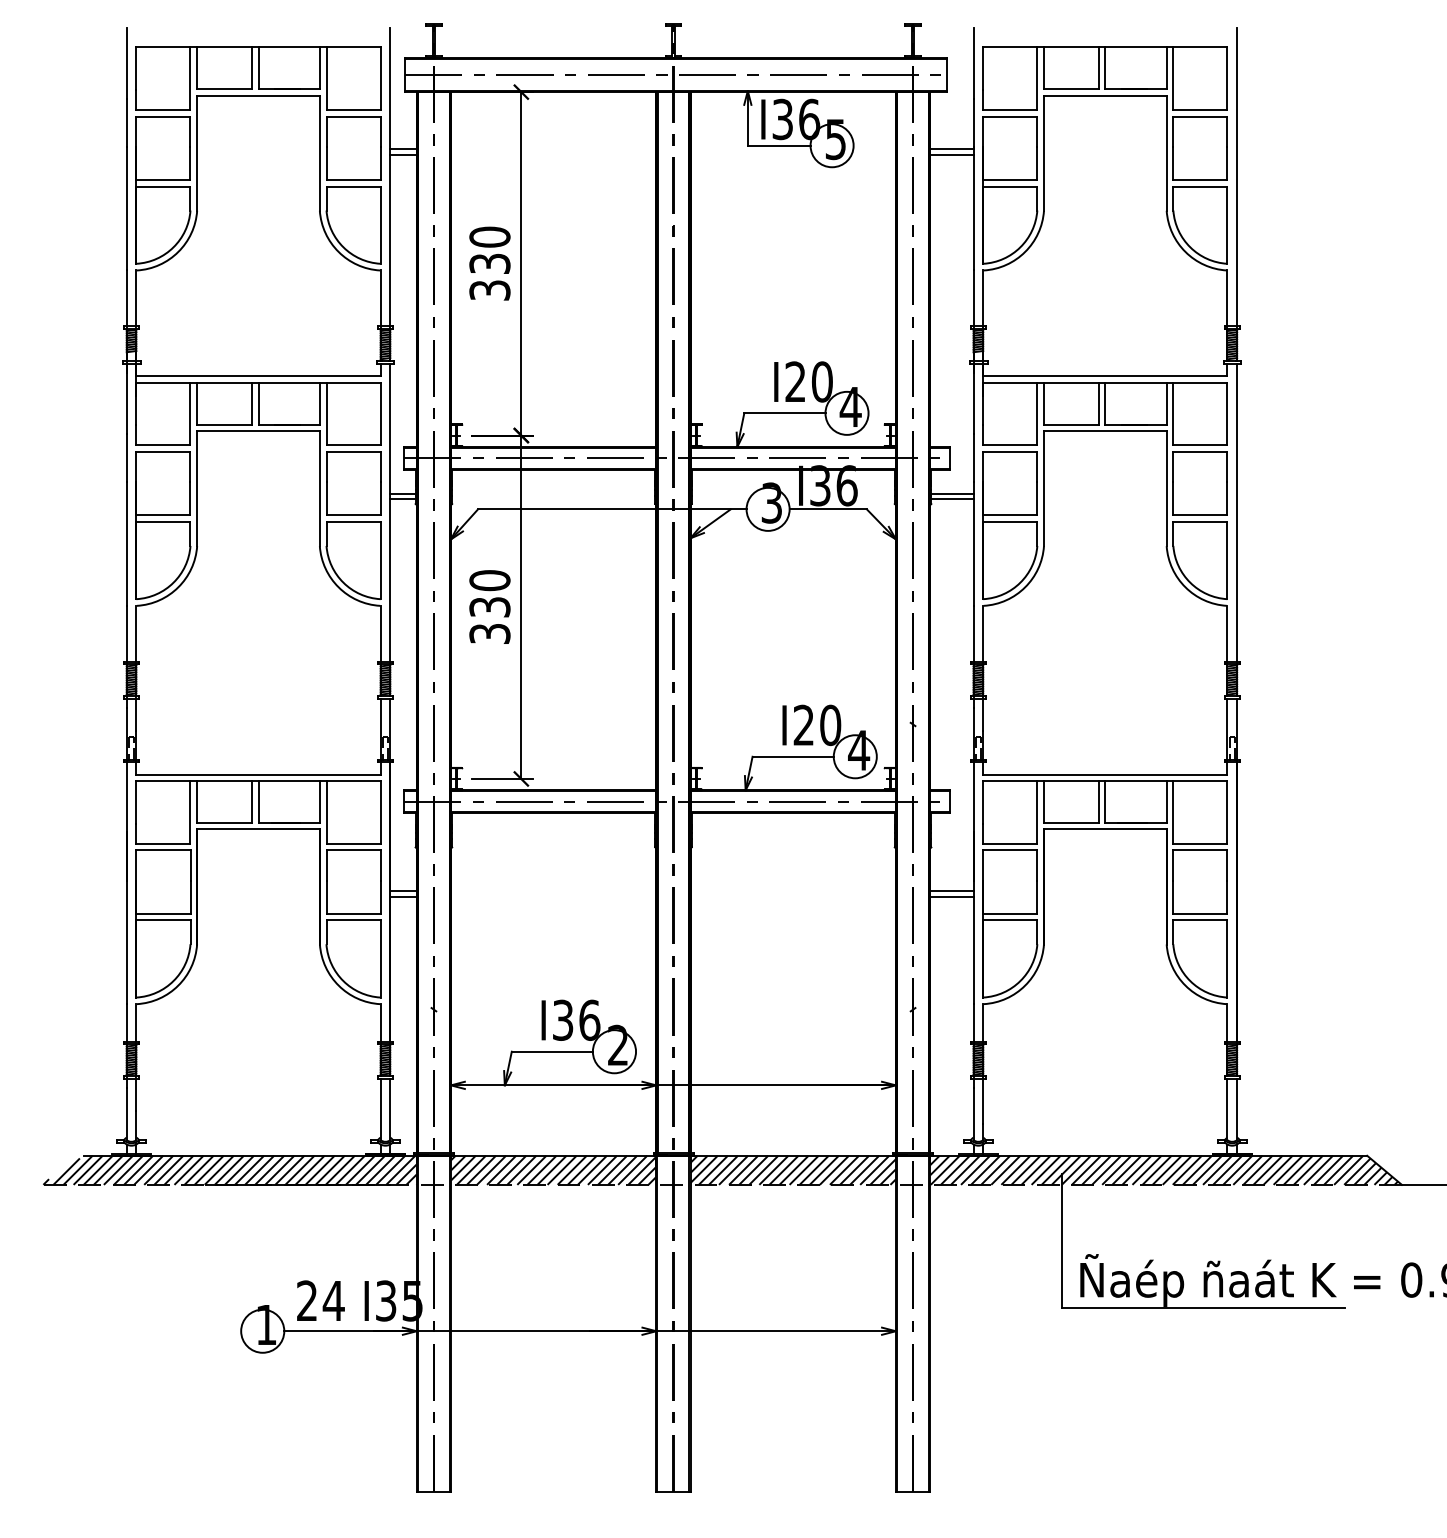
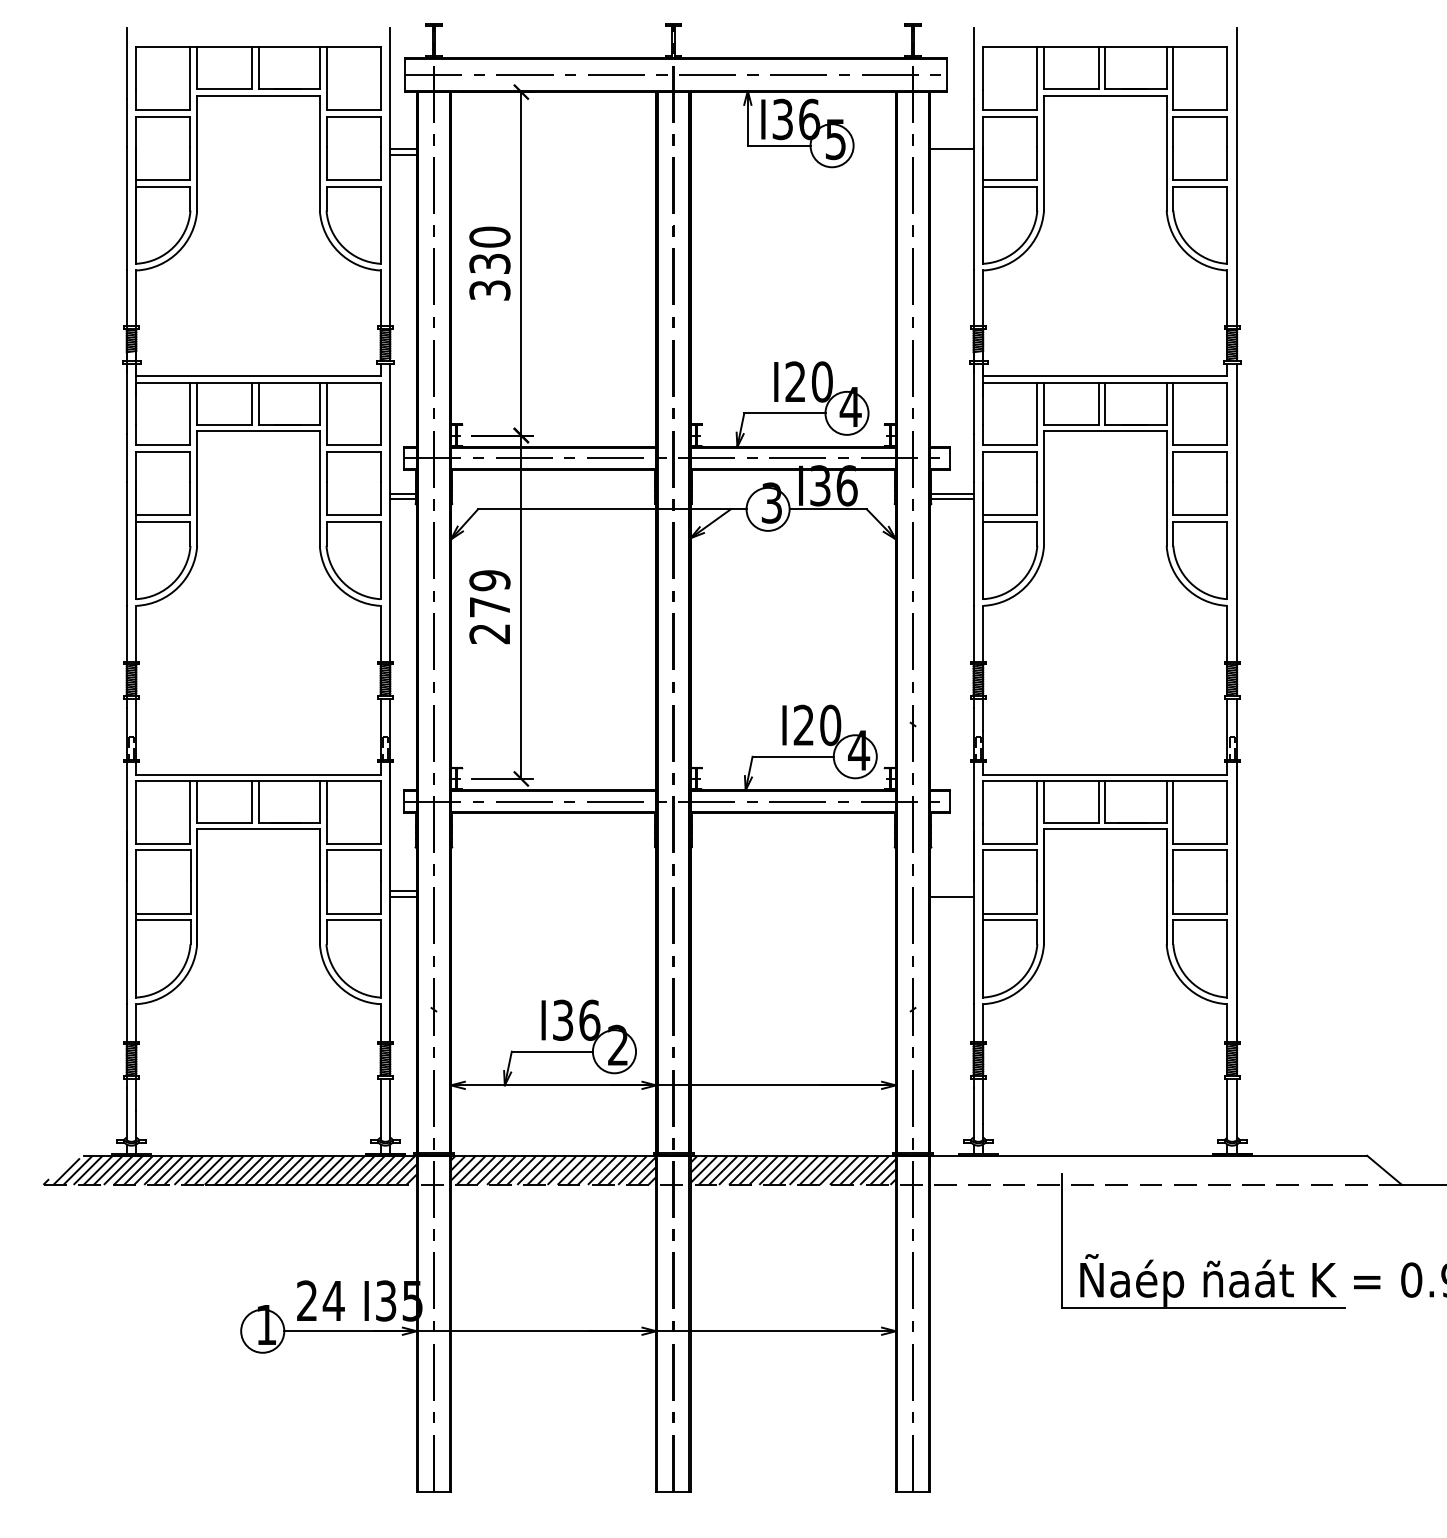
line at (951, 154): present -> none
text at (489, 607): 330 -> 279
line at (951, 891): present -> none
hatch at (1163, 1169): present -> none
